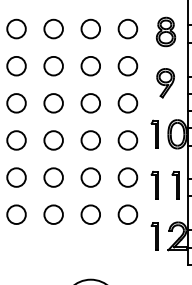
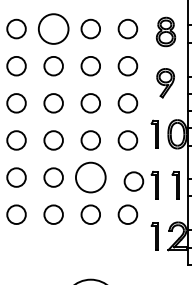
circle at (53, 28) diameter: 19 px -> 30 px
circle at (90, 177) diameter: 19 px -> 30 px
circle at (127, 177) position: (127, 177) -> (133, 181)
